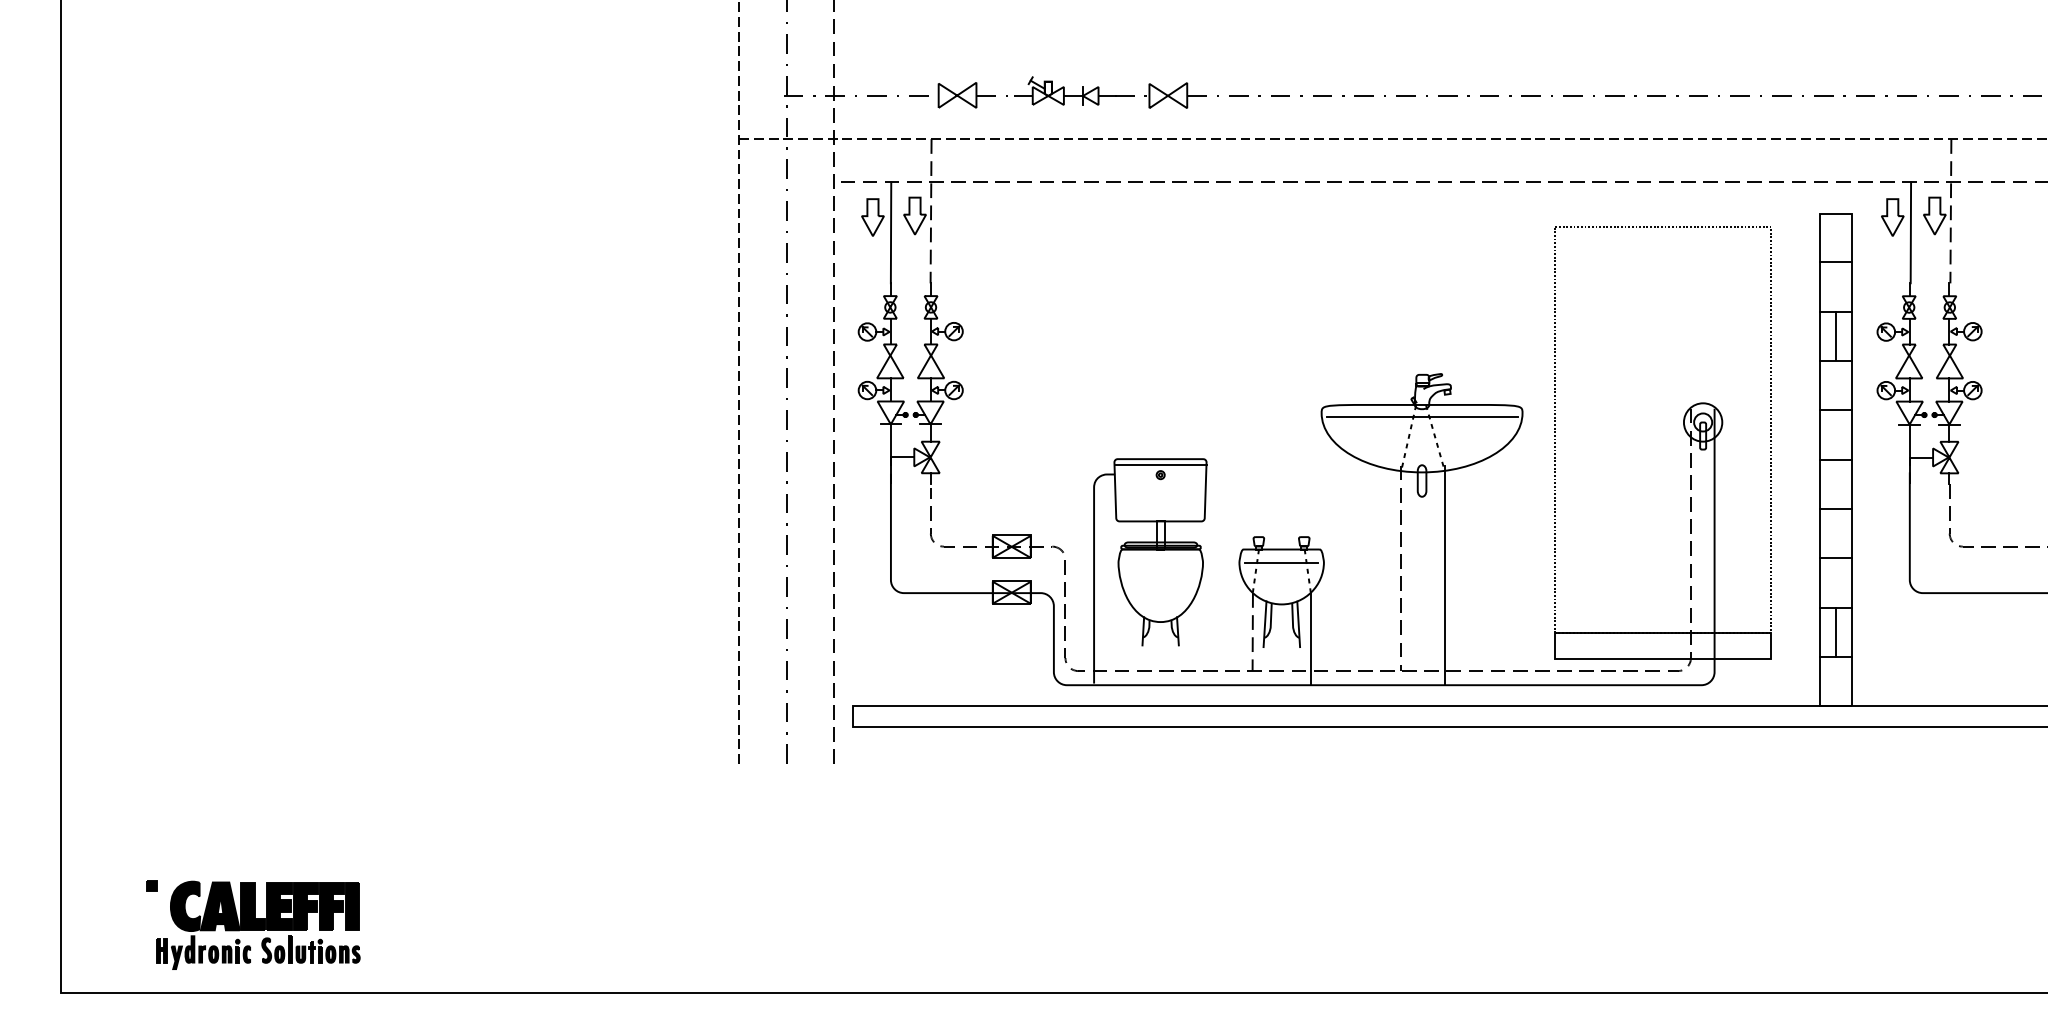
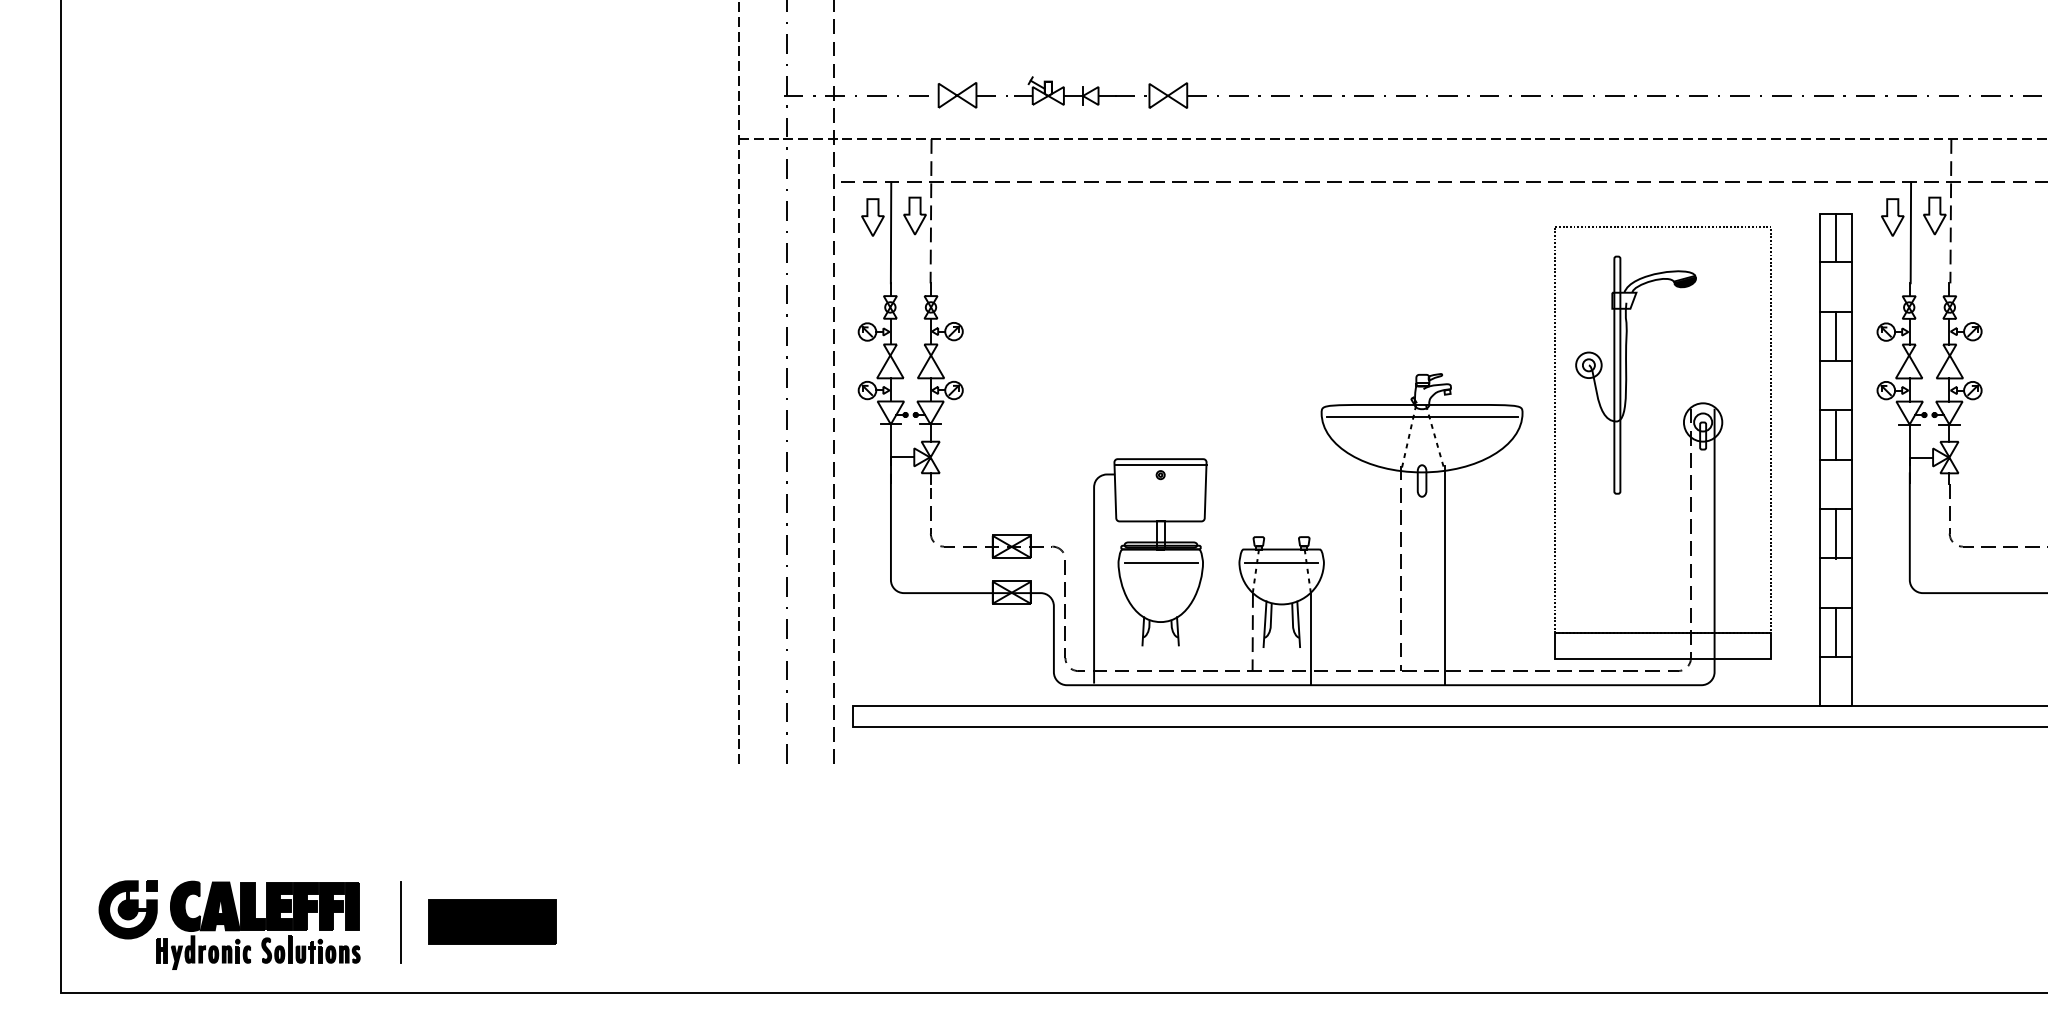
line at (1836, 237): none -> present
part at (1627, 374): none -> present
line at (1836, 435): none -> present
line at (1836, 533): none -> present
line at (1160, 563): none -> present
part at (127, 909): none -> present
part at (492, 921): none -> present
line at (400, 922): none -> present
